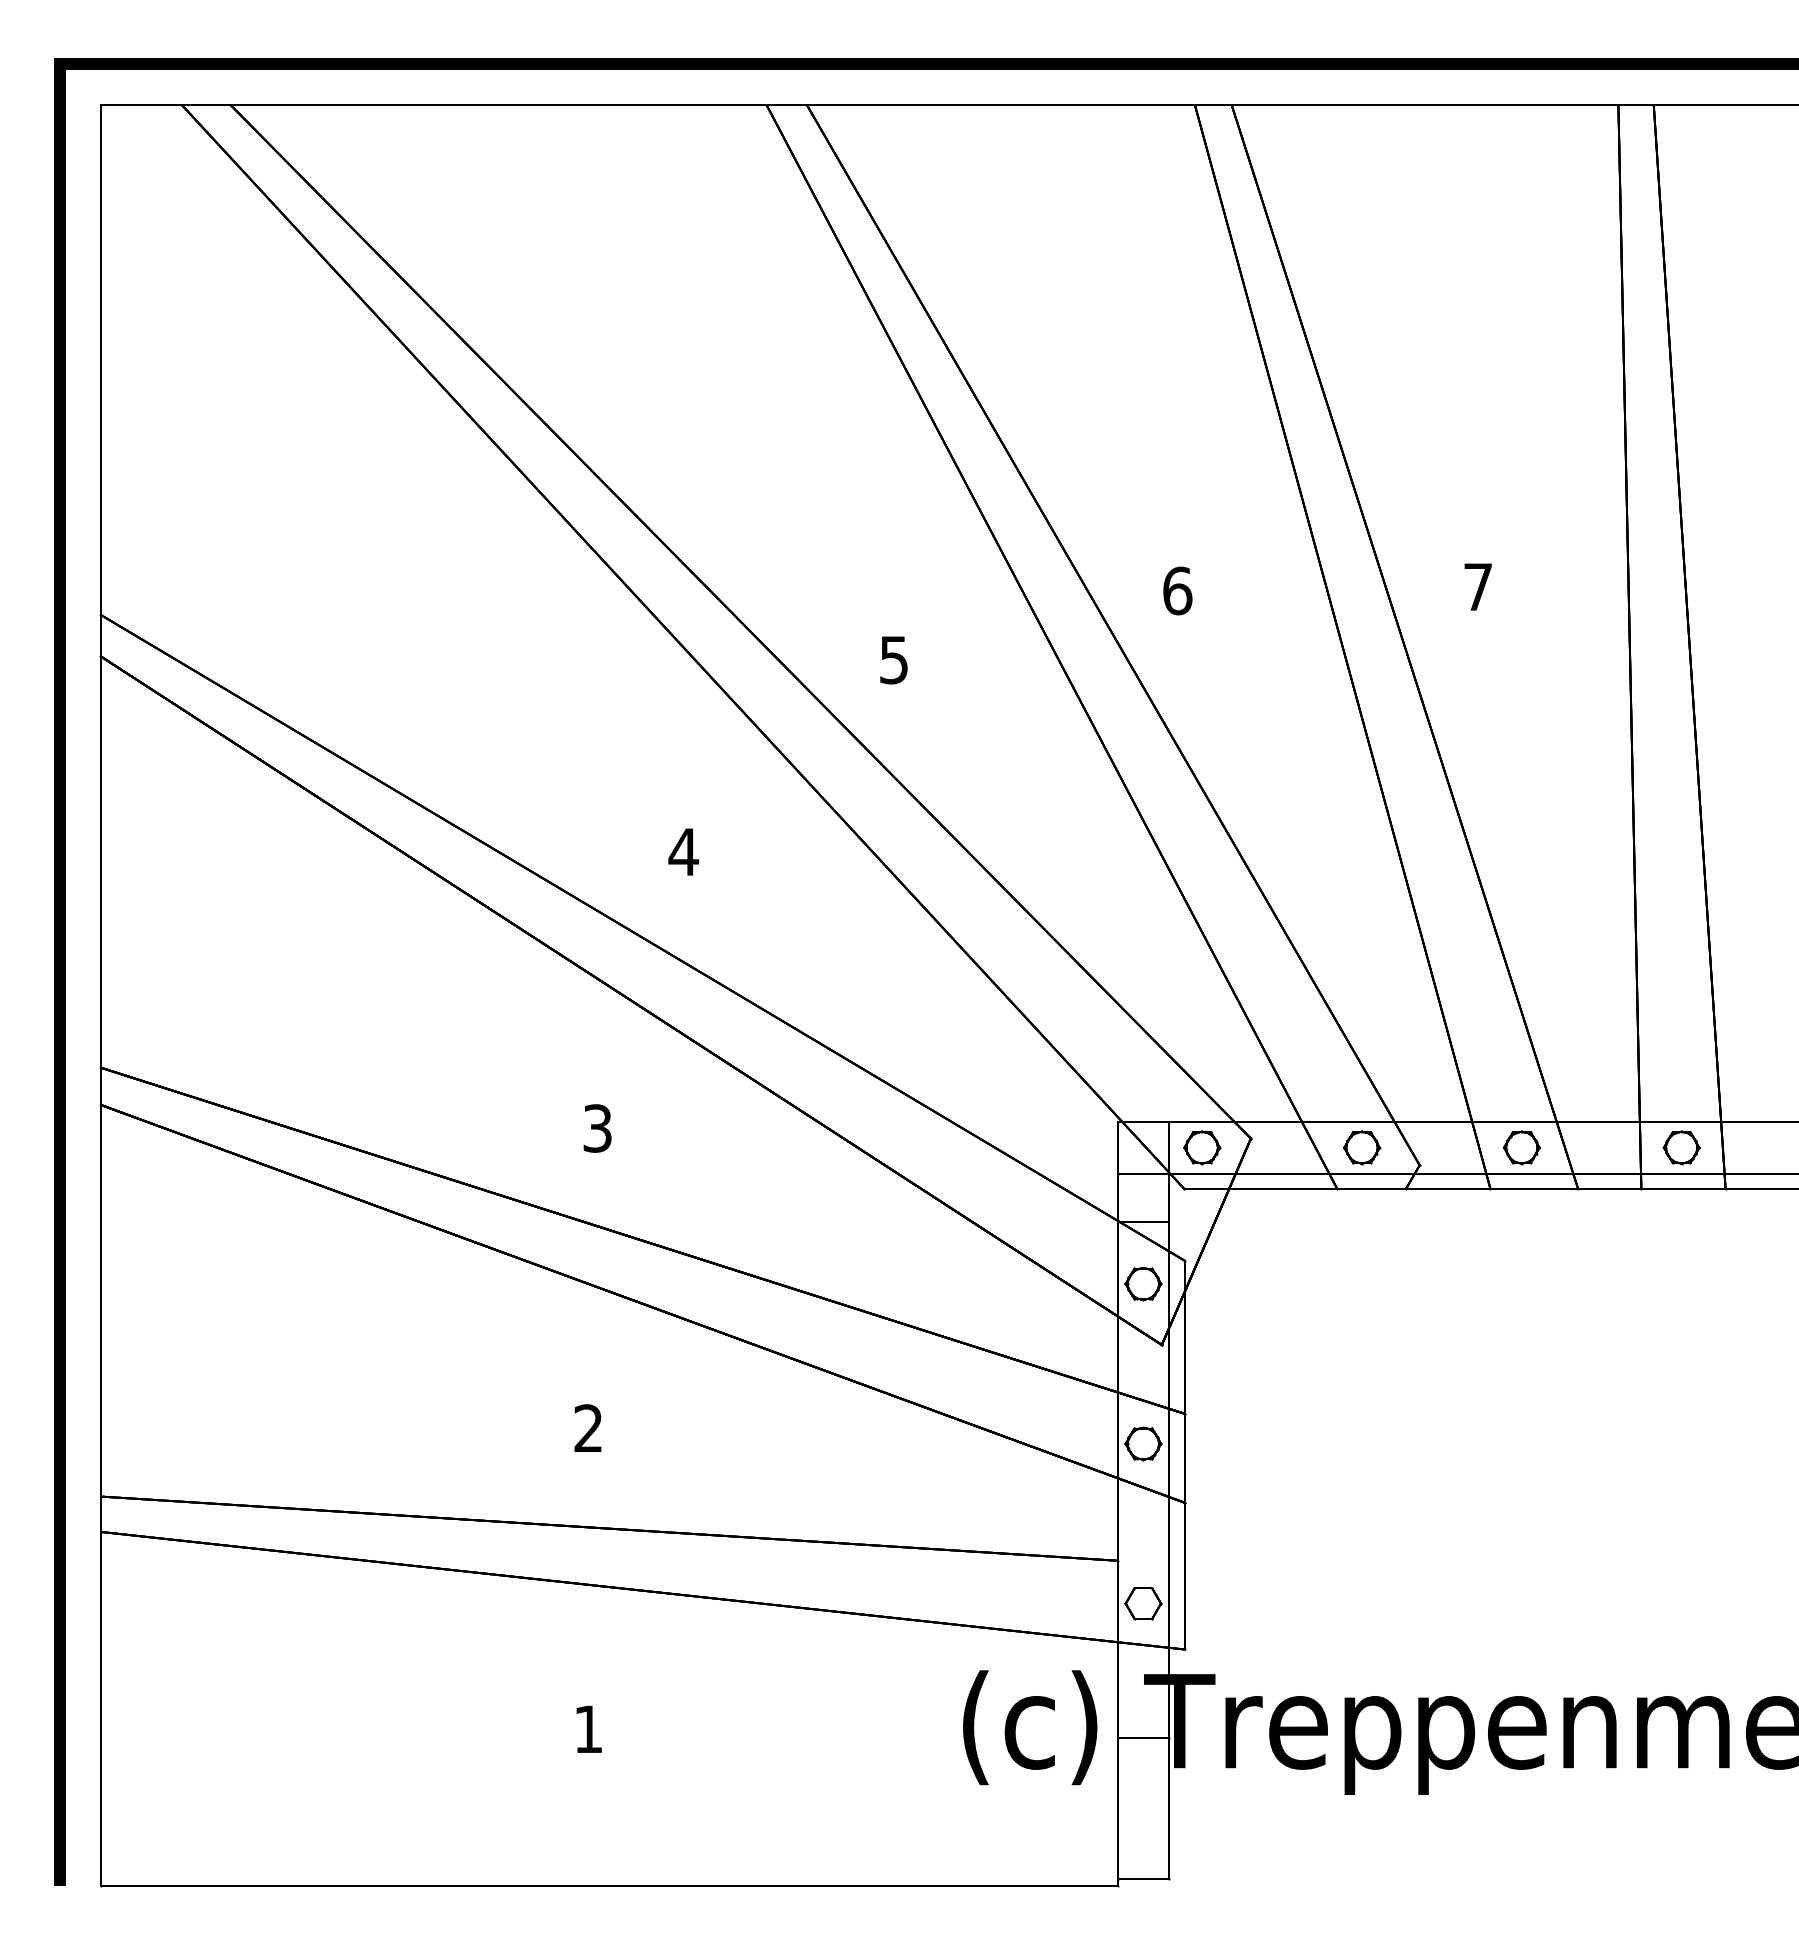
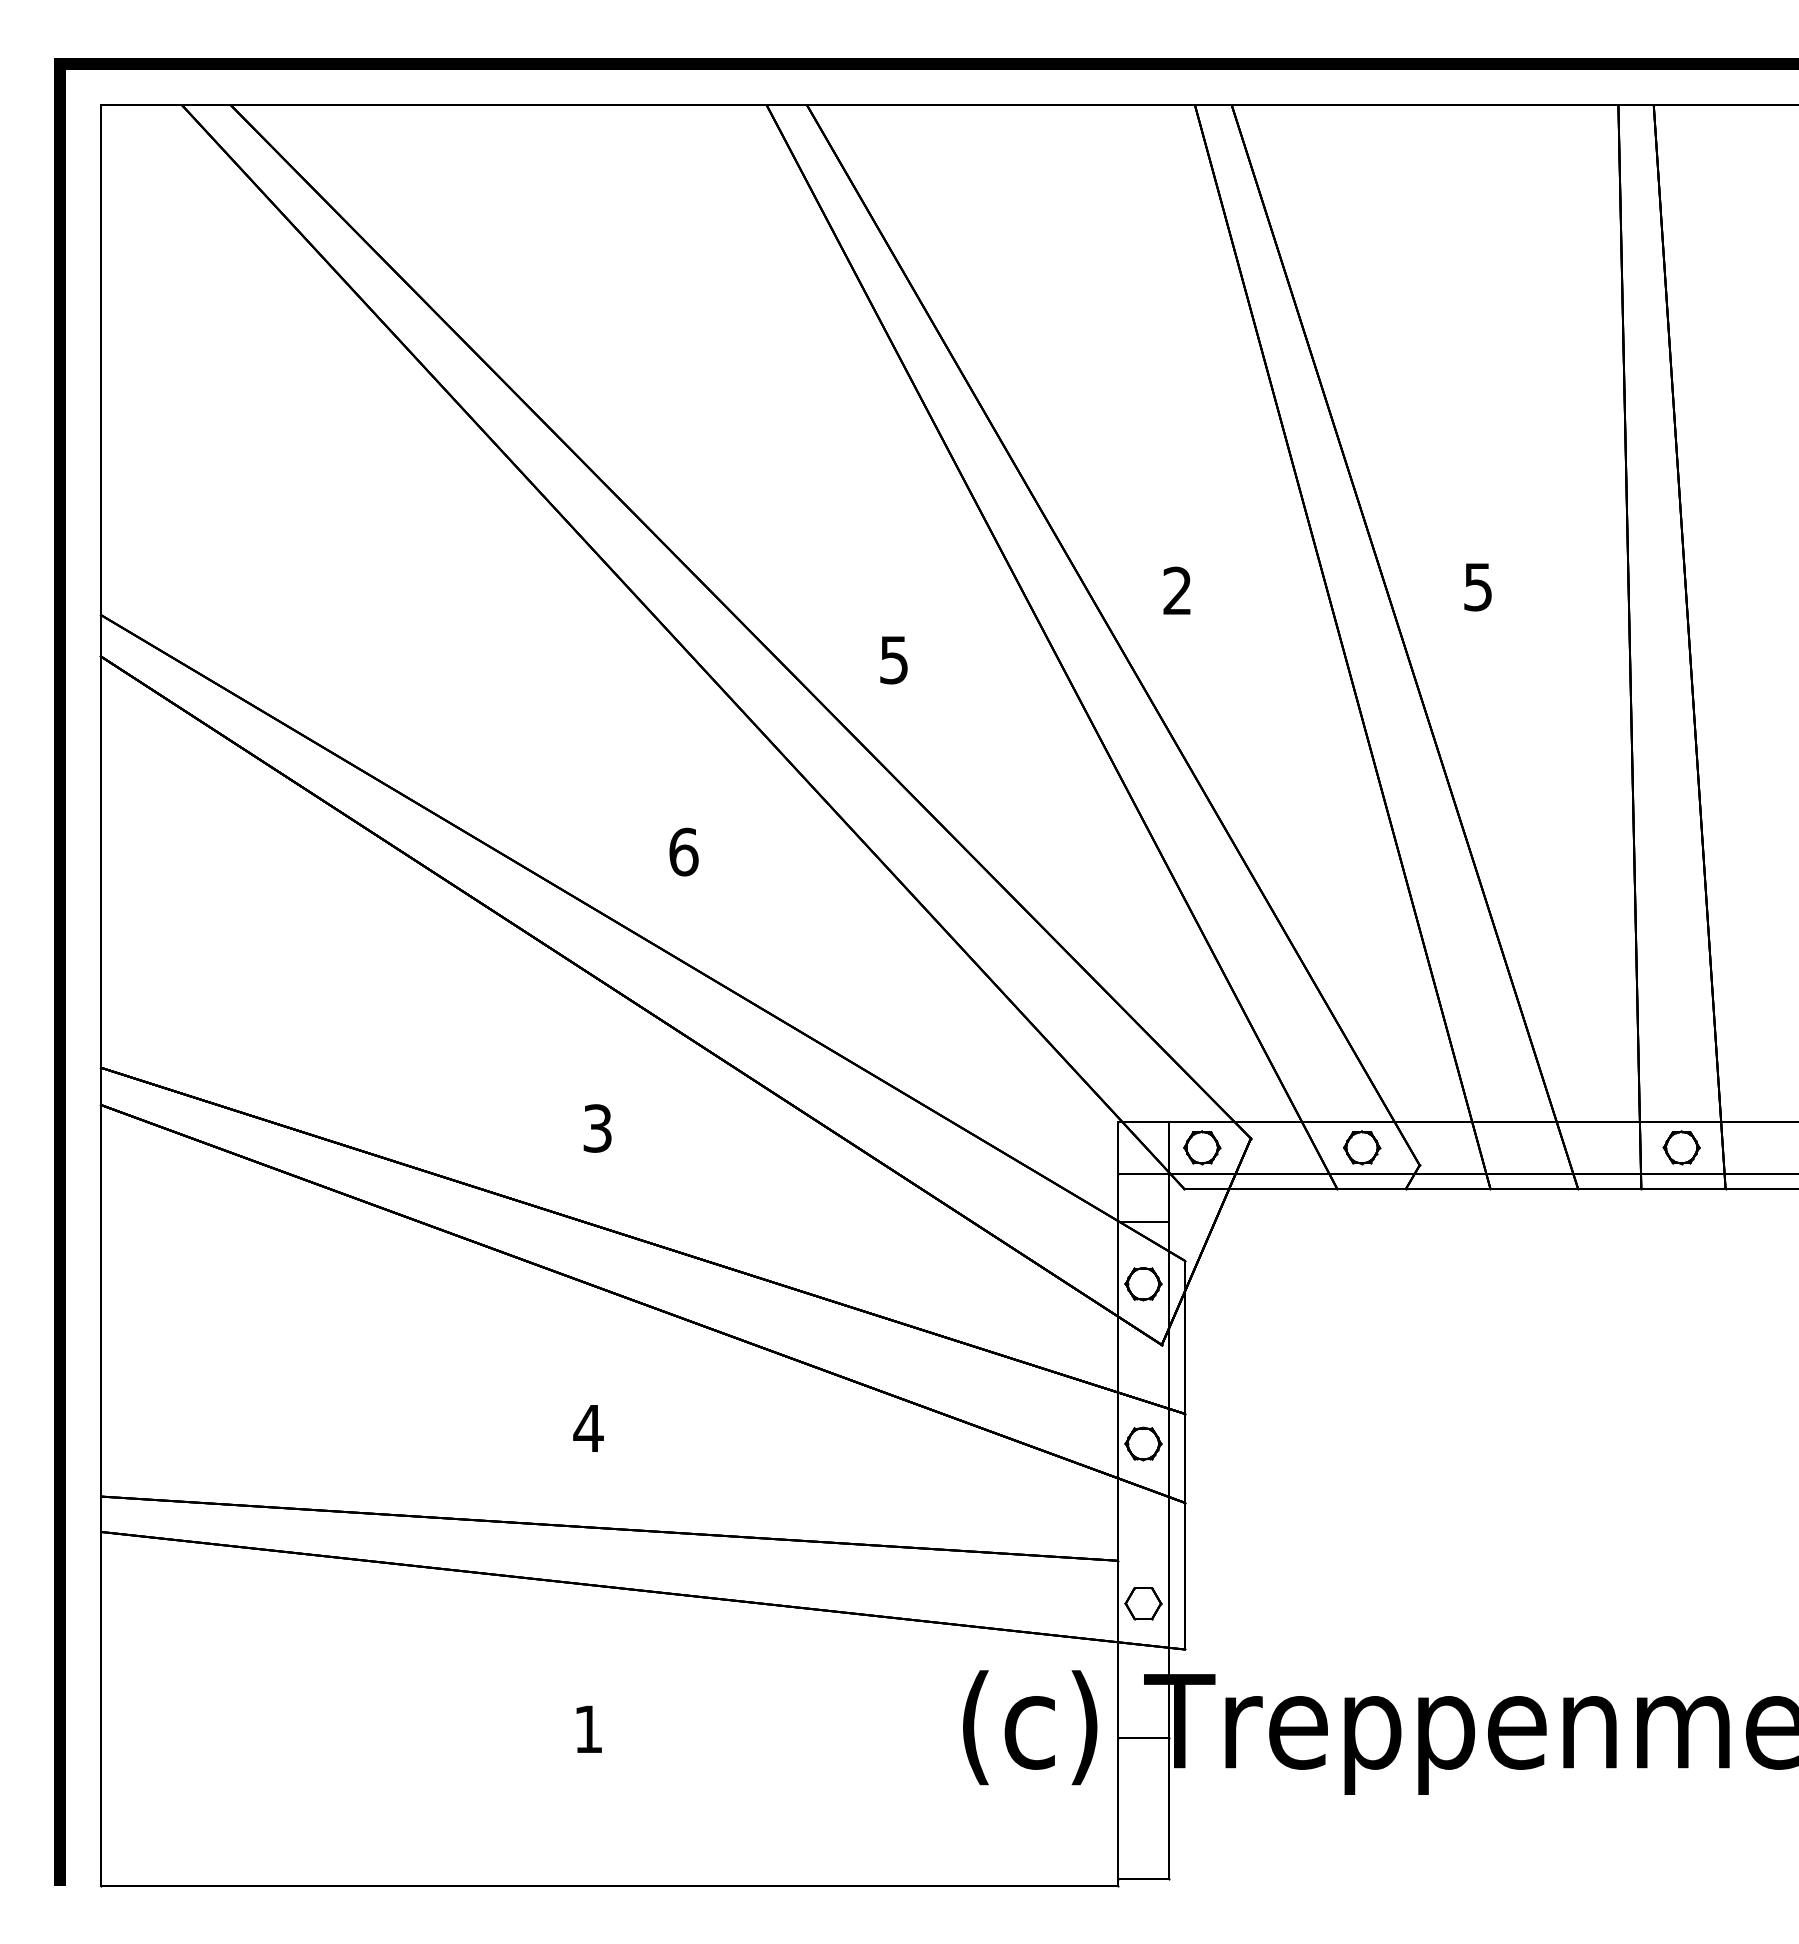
text at (1477, 587): 7 -> 5
text at (1177, 590): 6 -> 2
text at (683, 851): 4 -> 6
part at (1521, 1147): present -> none
text at (588, 1427): 2 -> 4
